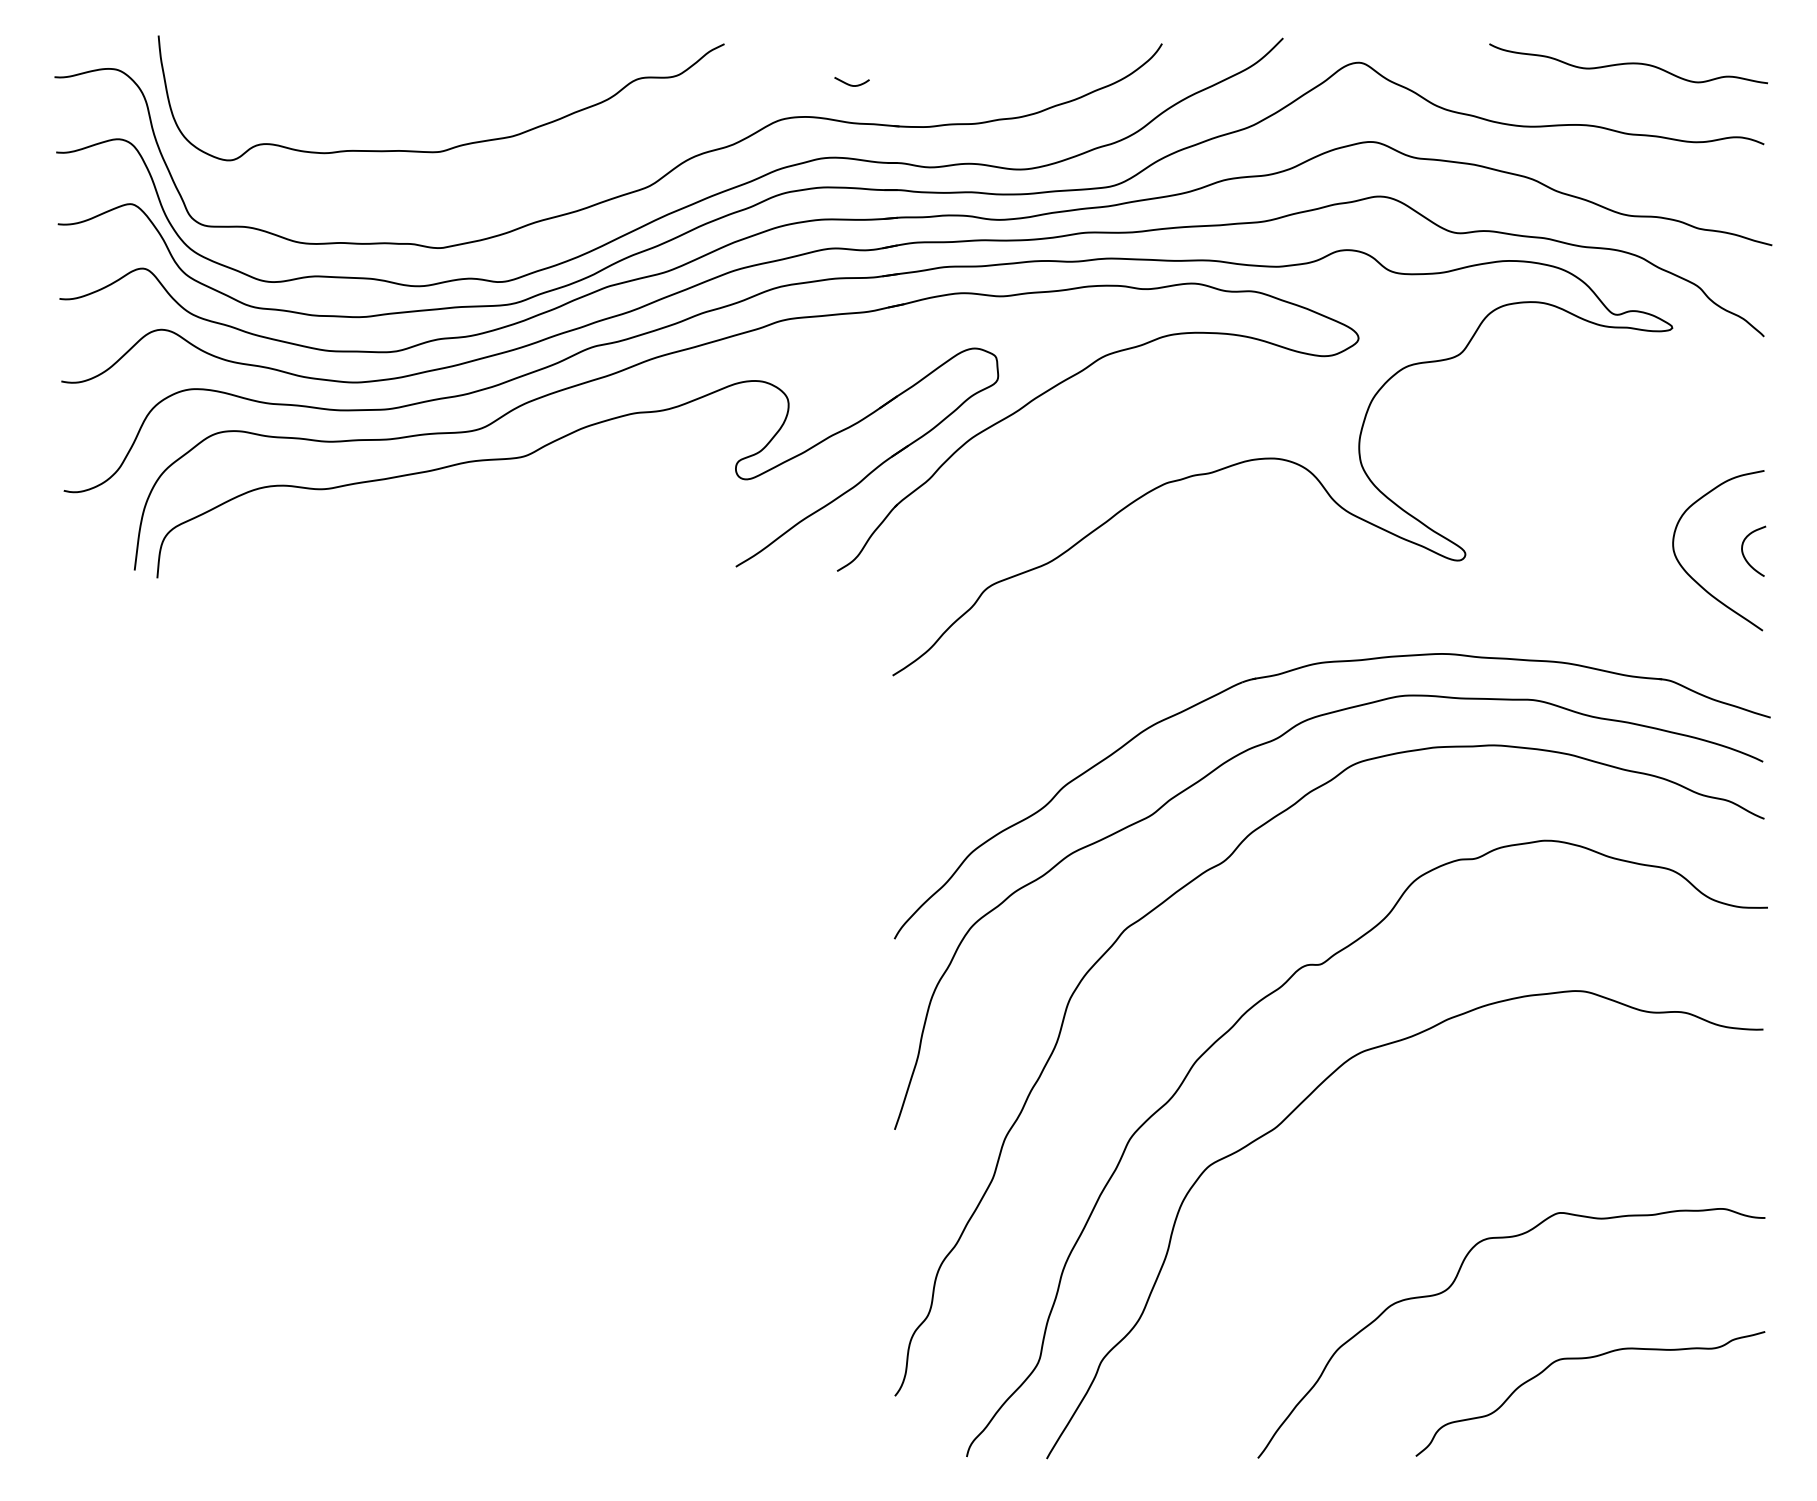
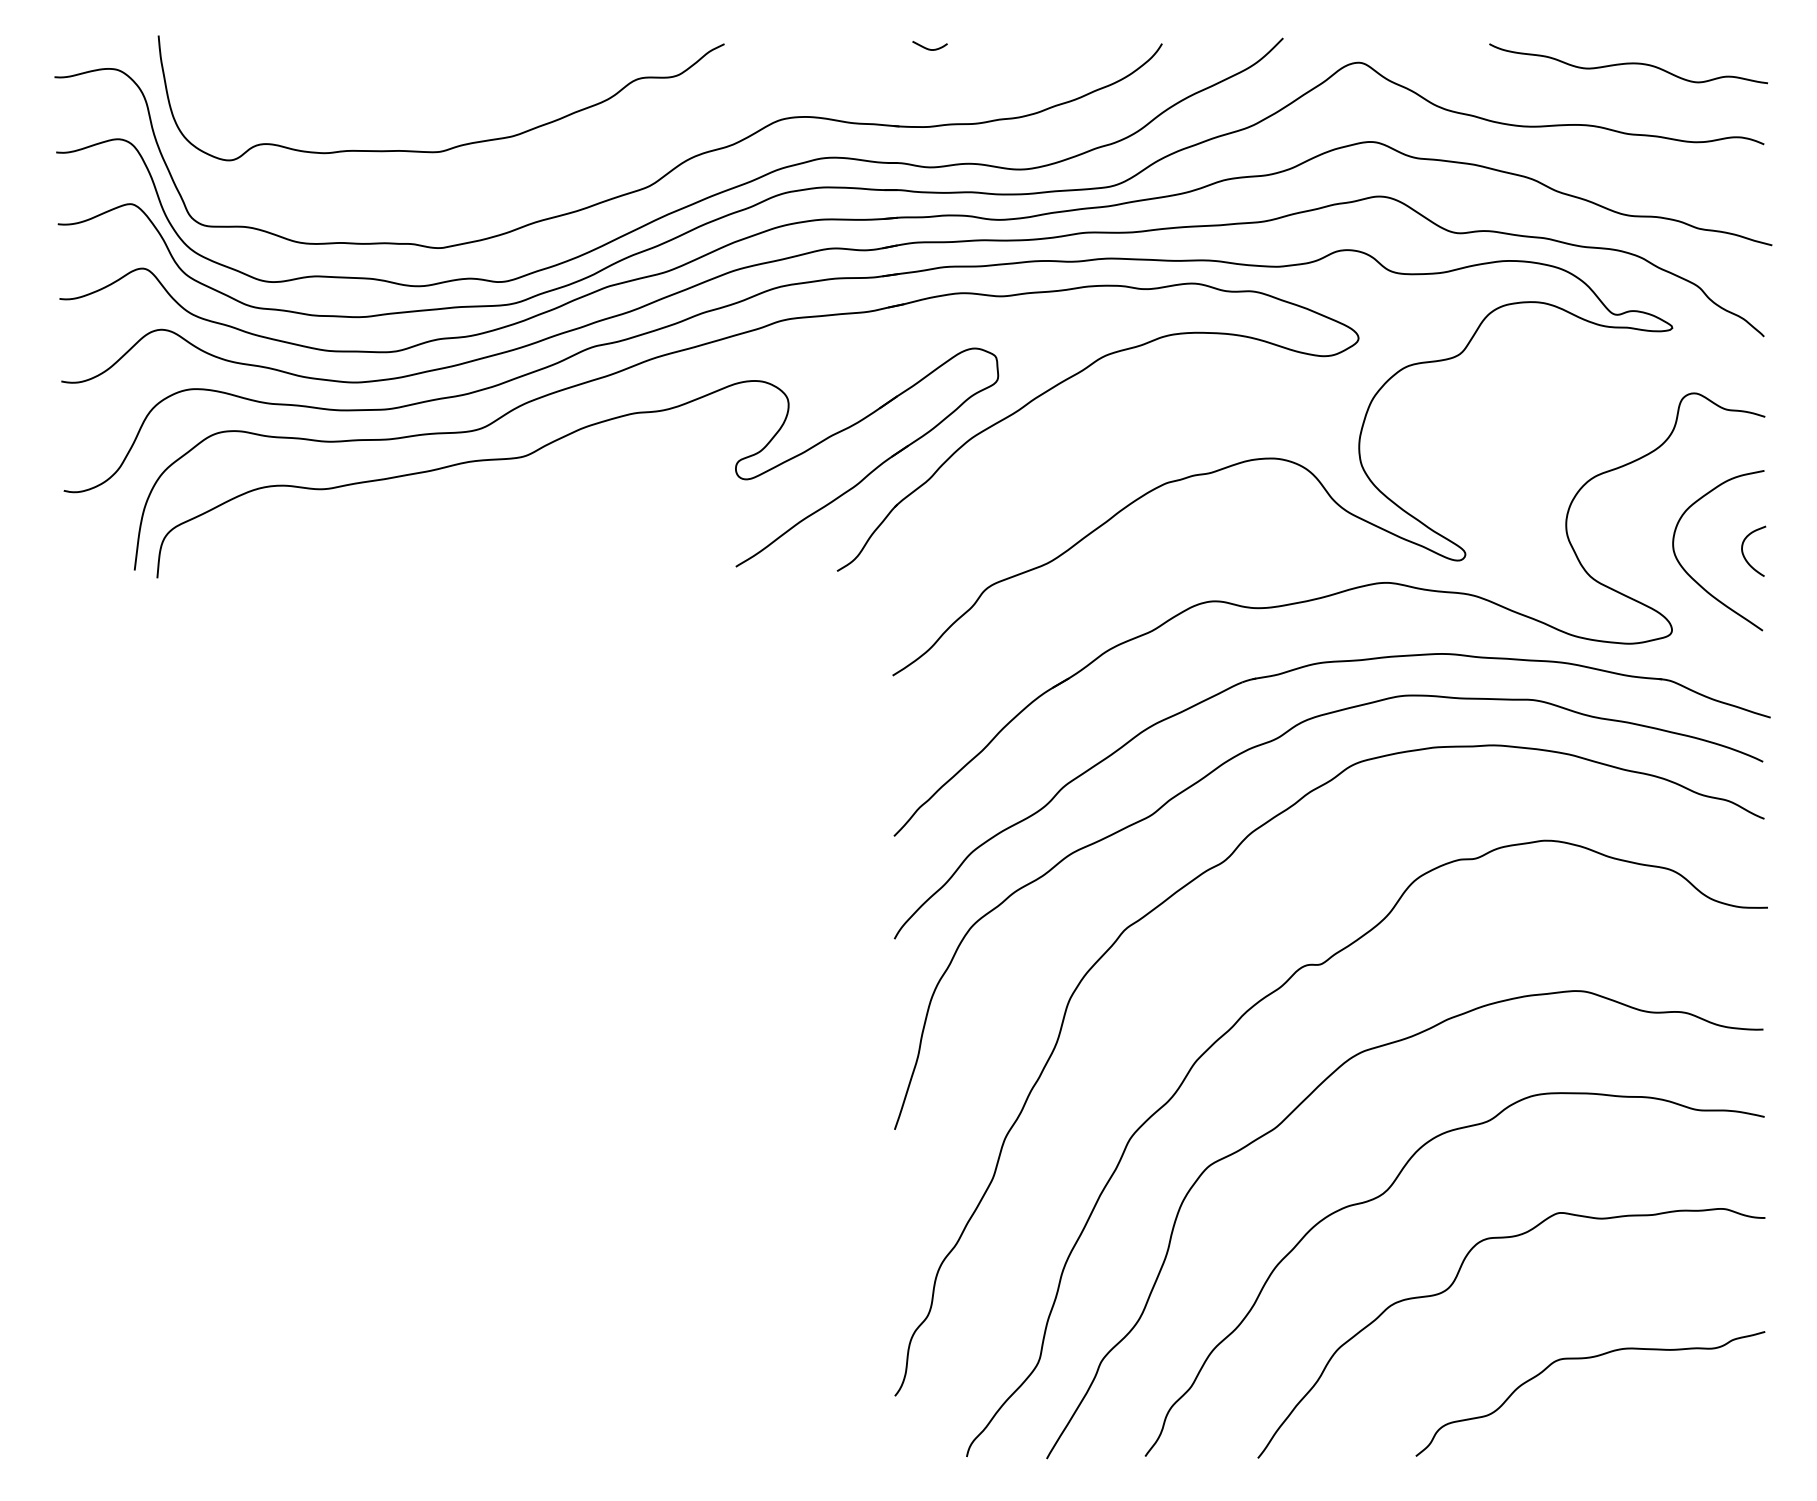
curve at (851, 84) position: (851, 84) -> (929, 48)
part at (1323, 598): none -> present
curve at (1386, 1192): none -> present
